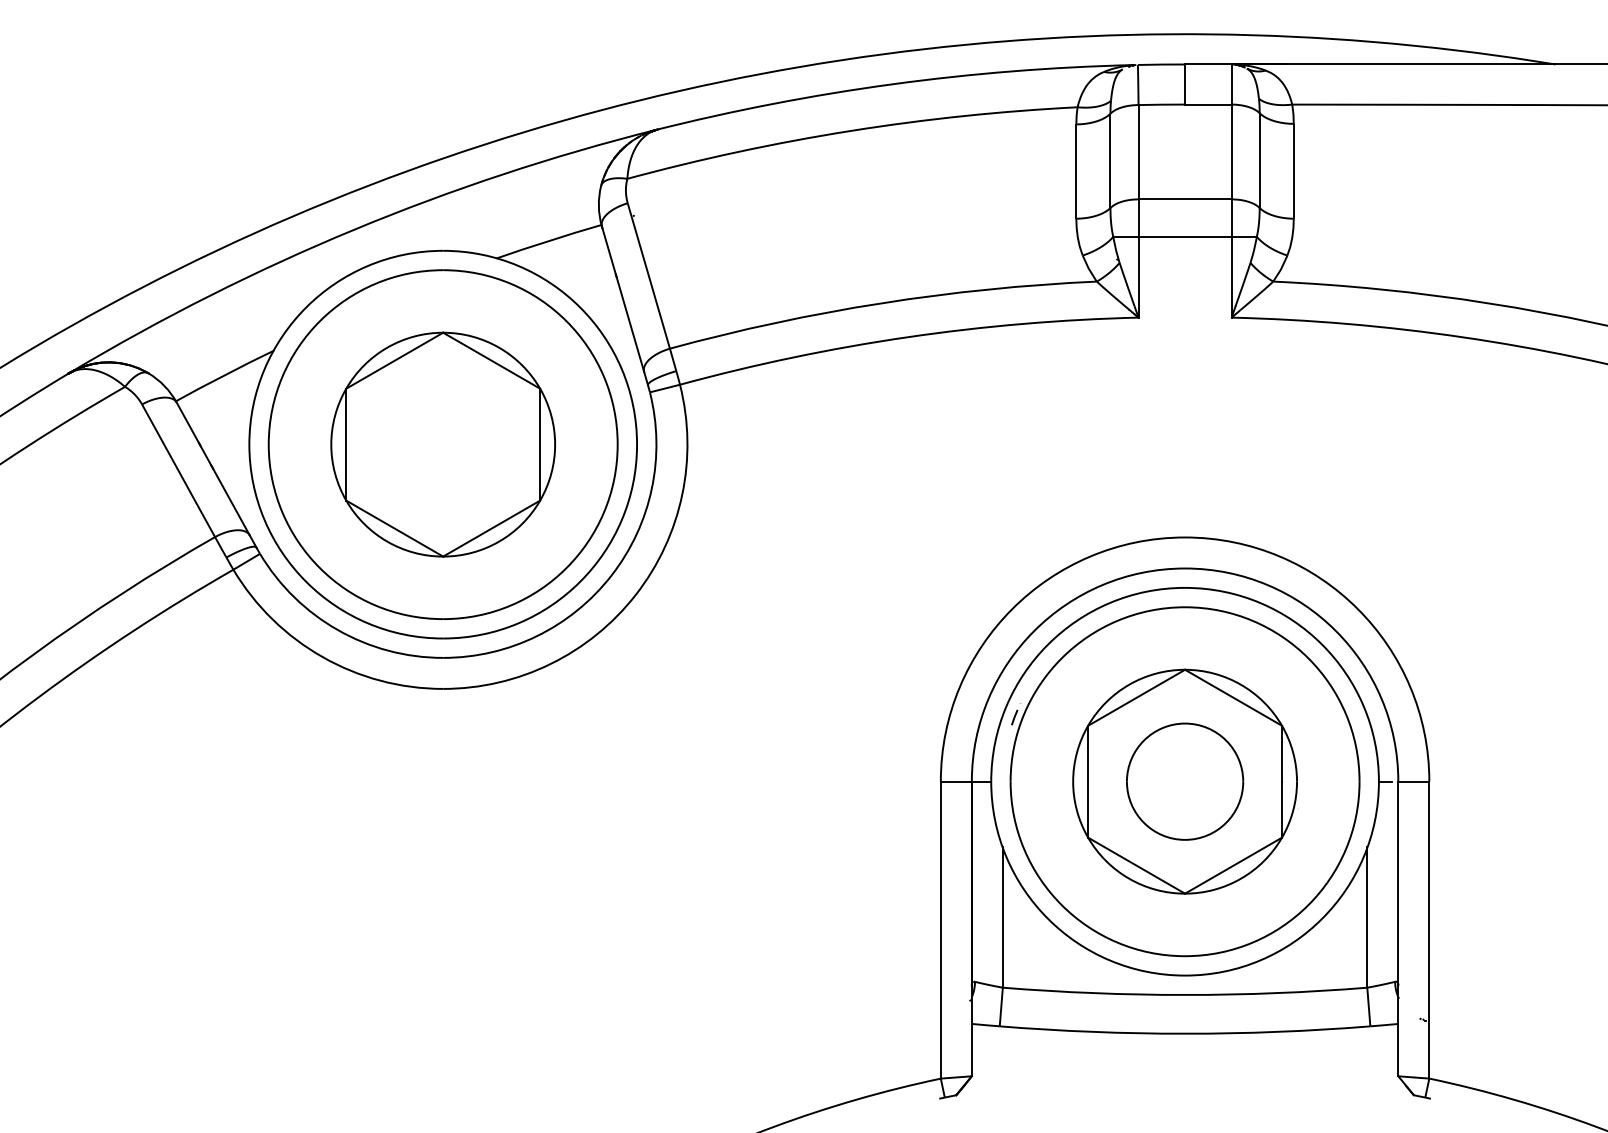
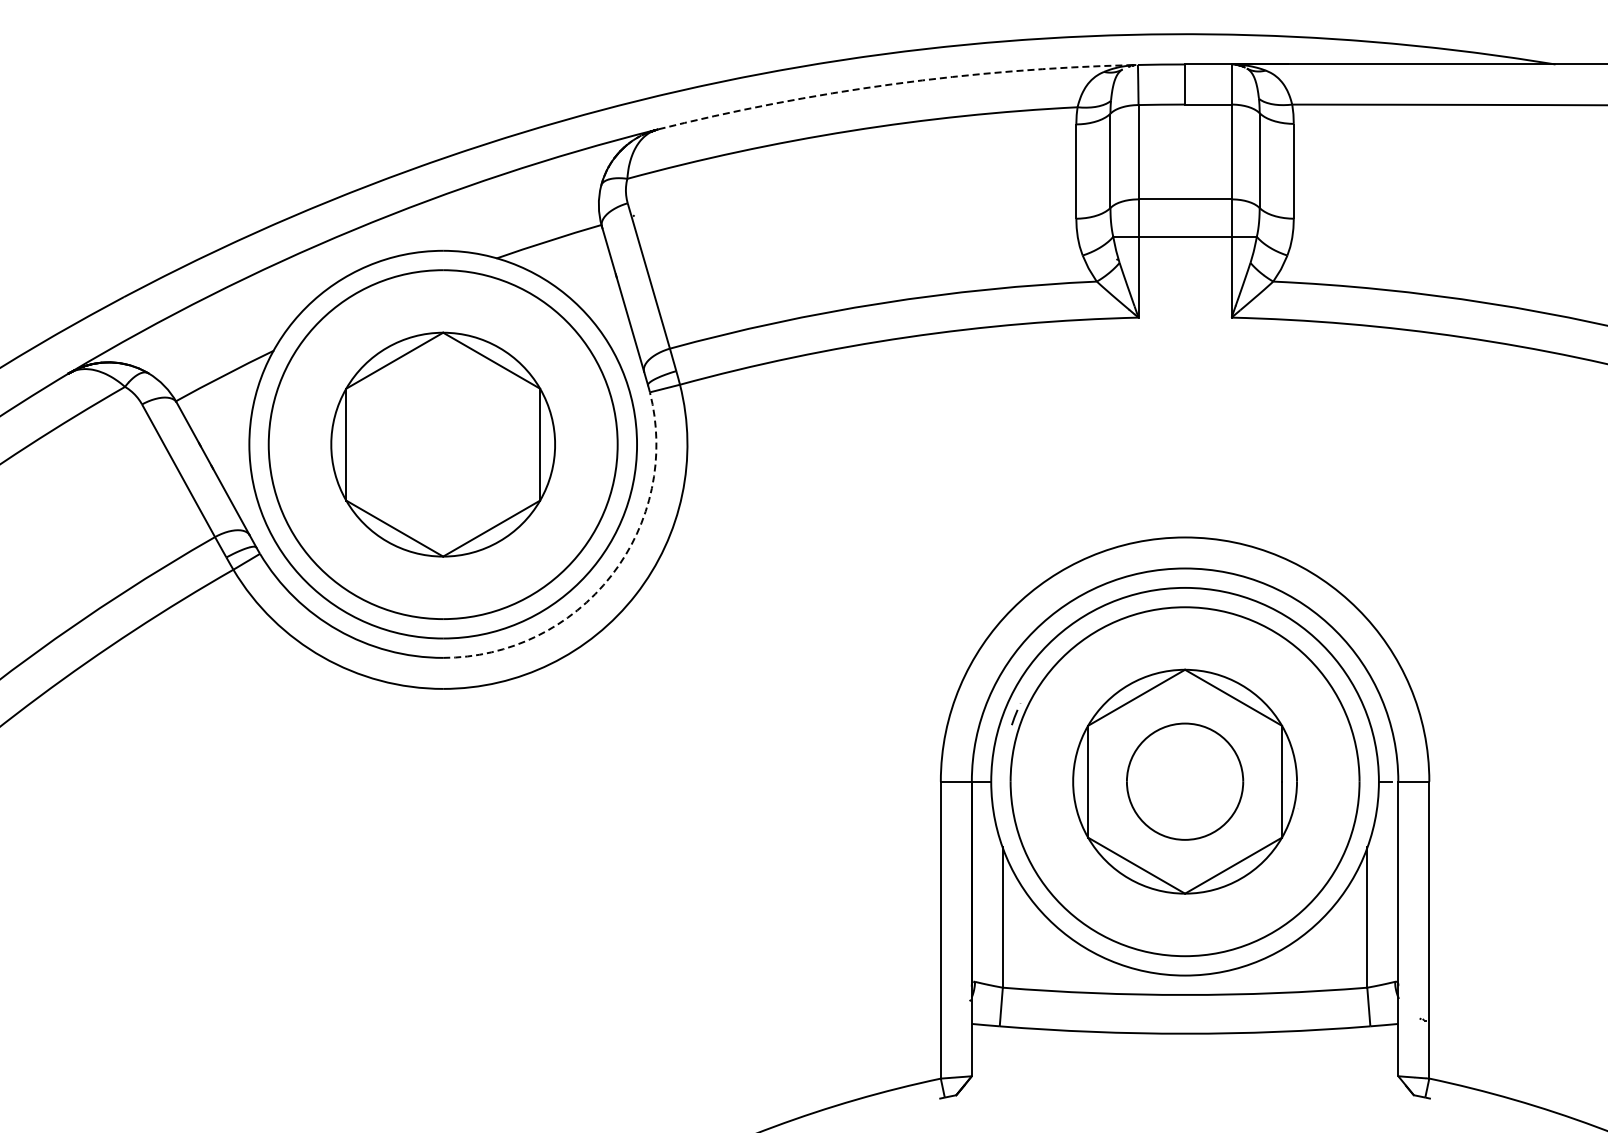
arc at (892, 84): solid -> dashed
arc at (611, 575): solid -> dashed
